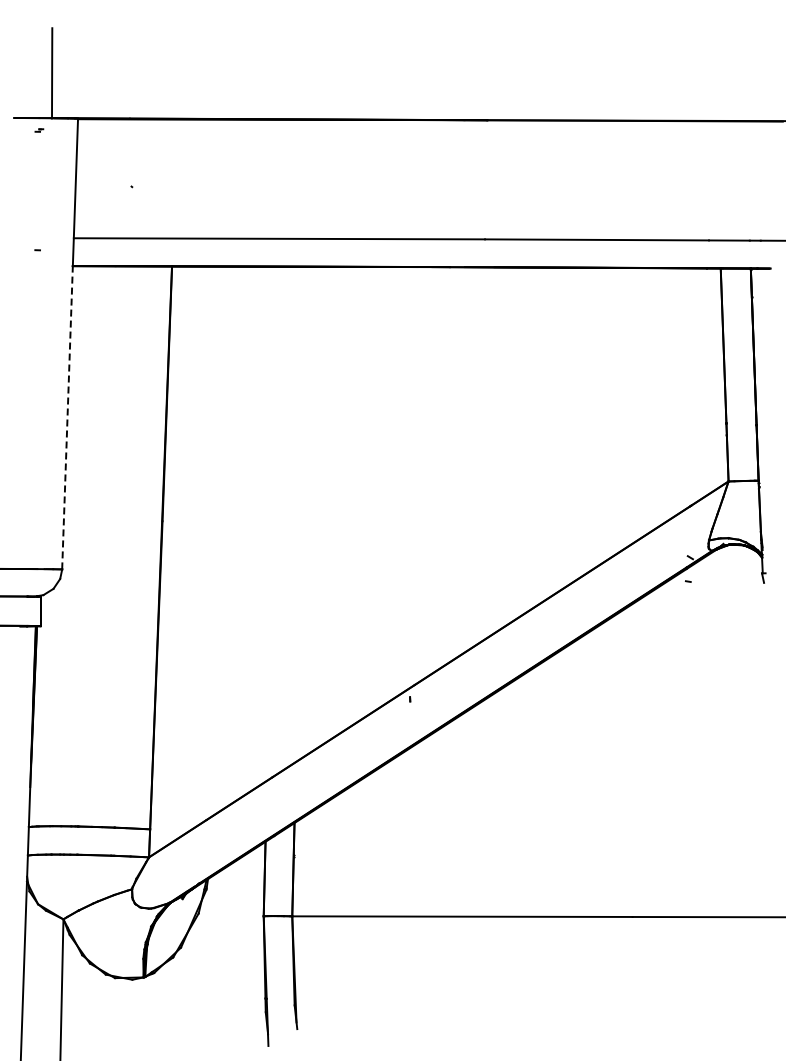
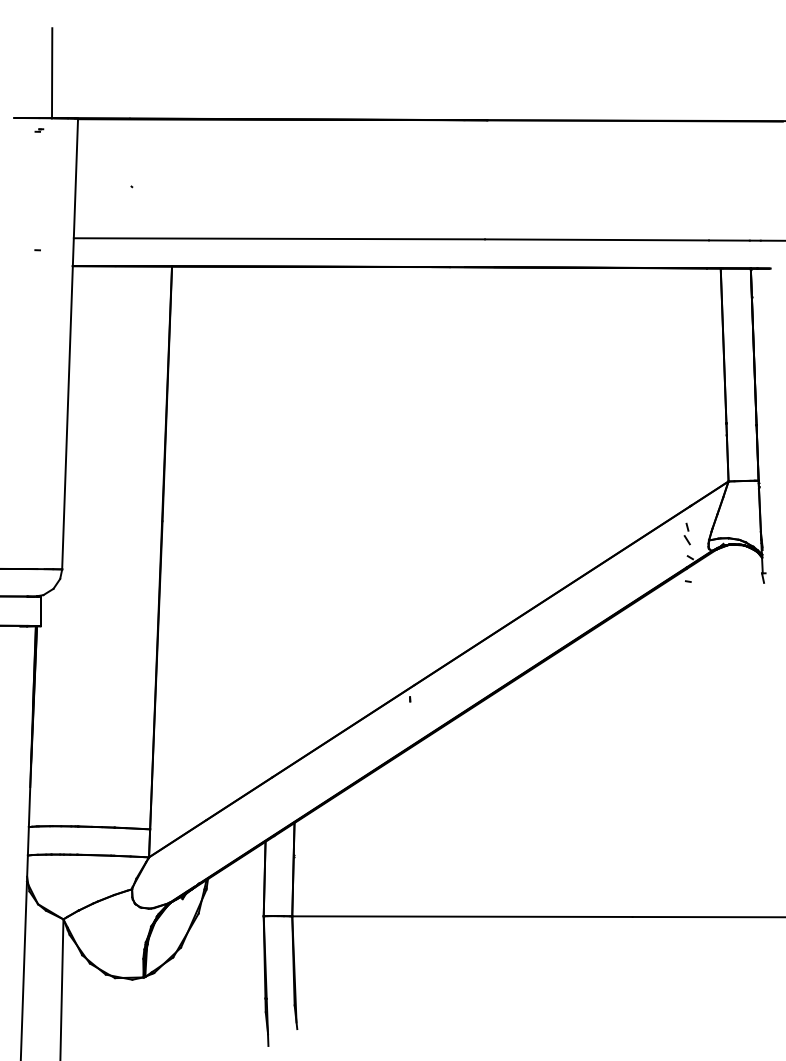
line at (67, 417): dashed -> solid
part at (686, 533): none -> present
